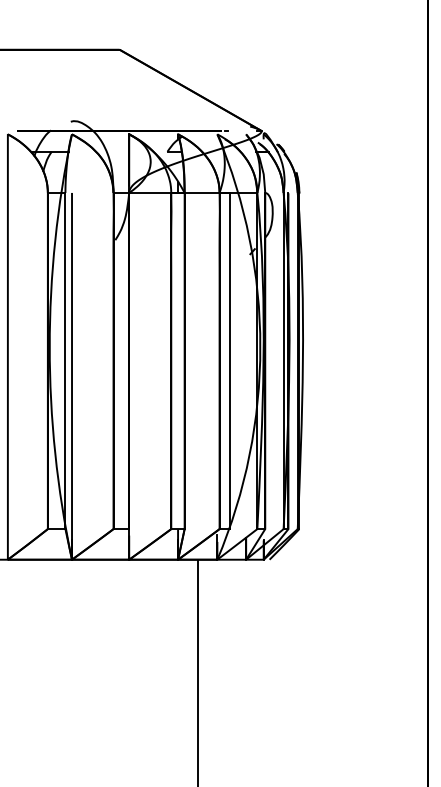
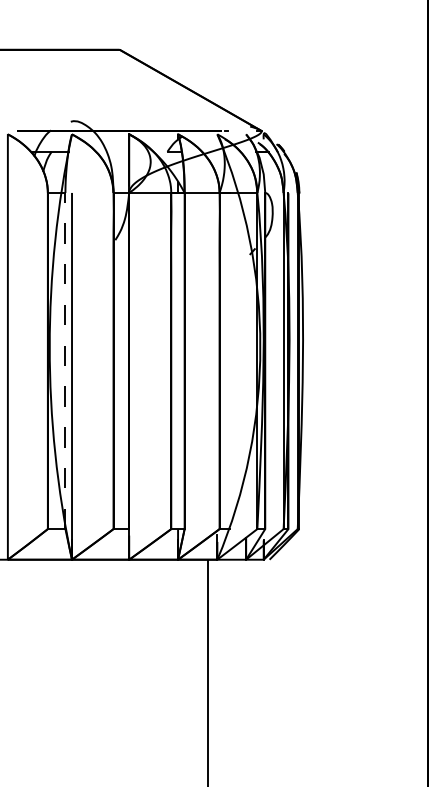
line at (65, 360): solid -> dashed
line at (230, 360): present -> none
line at (198, 671) position: (198, 671) -> (208, 671)
